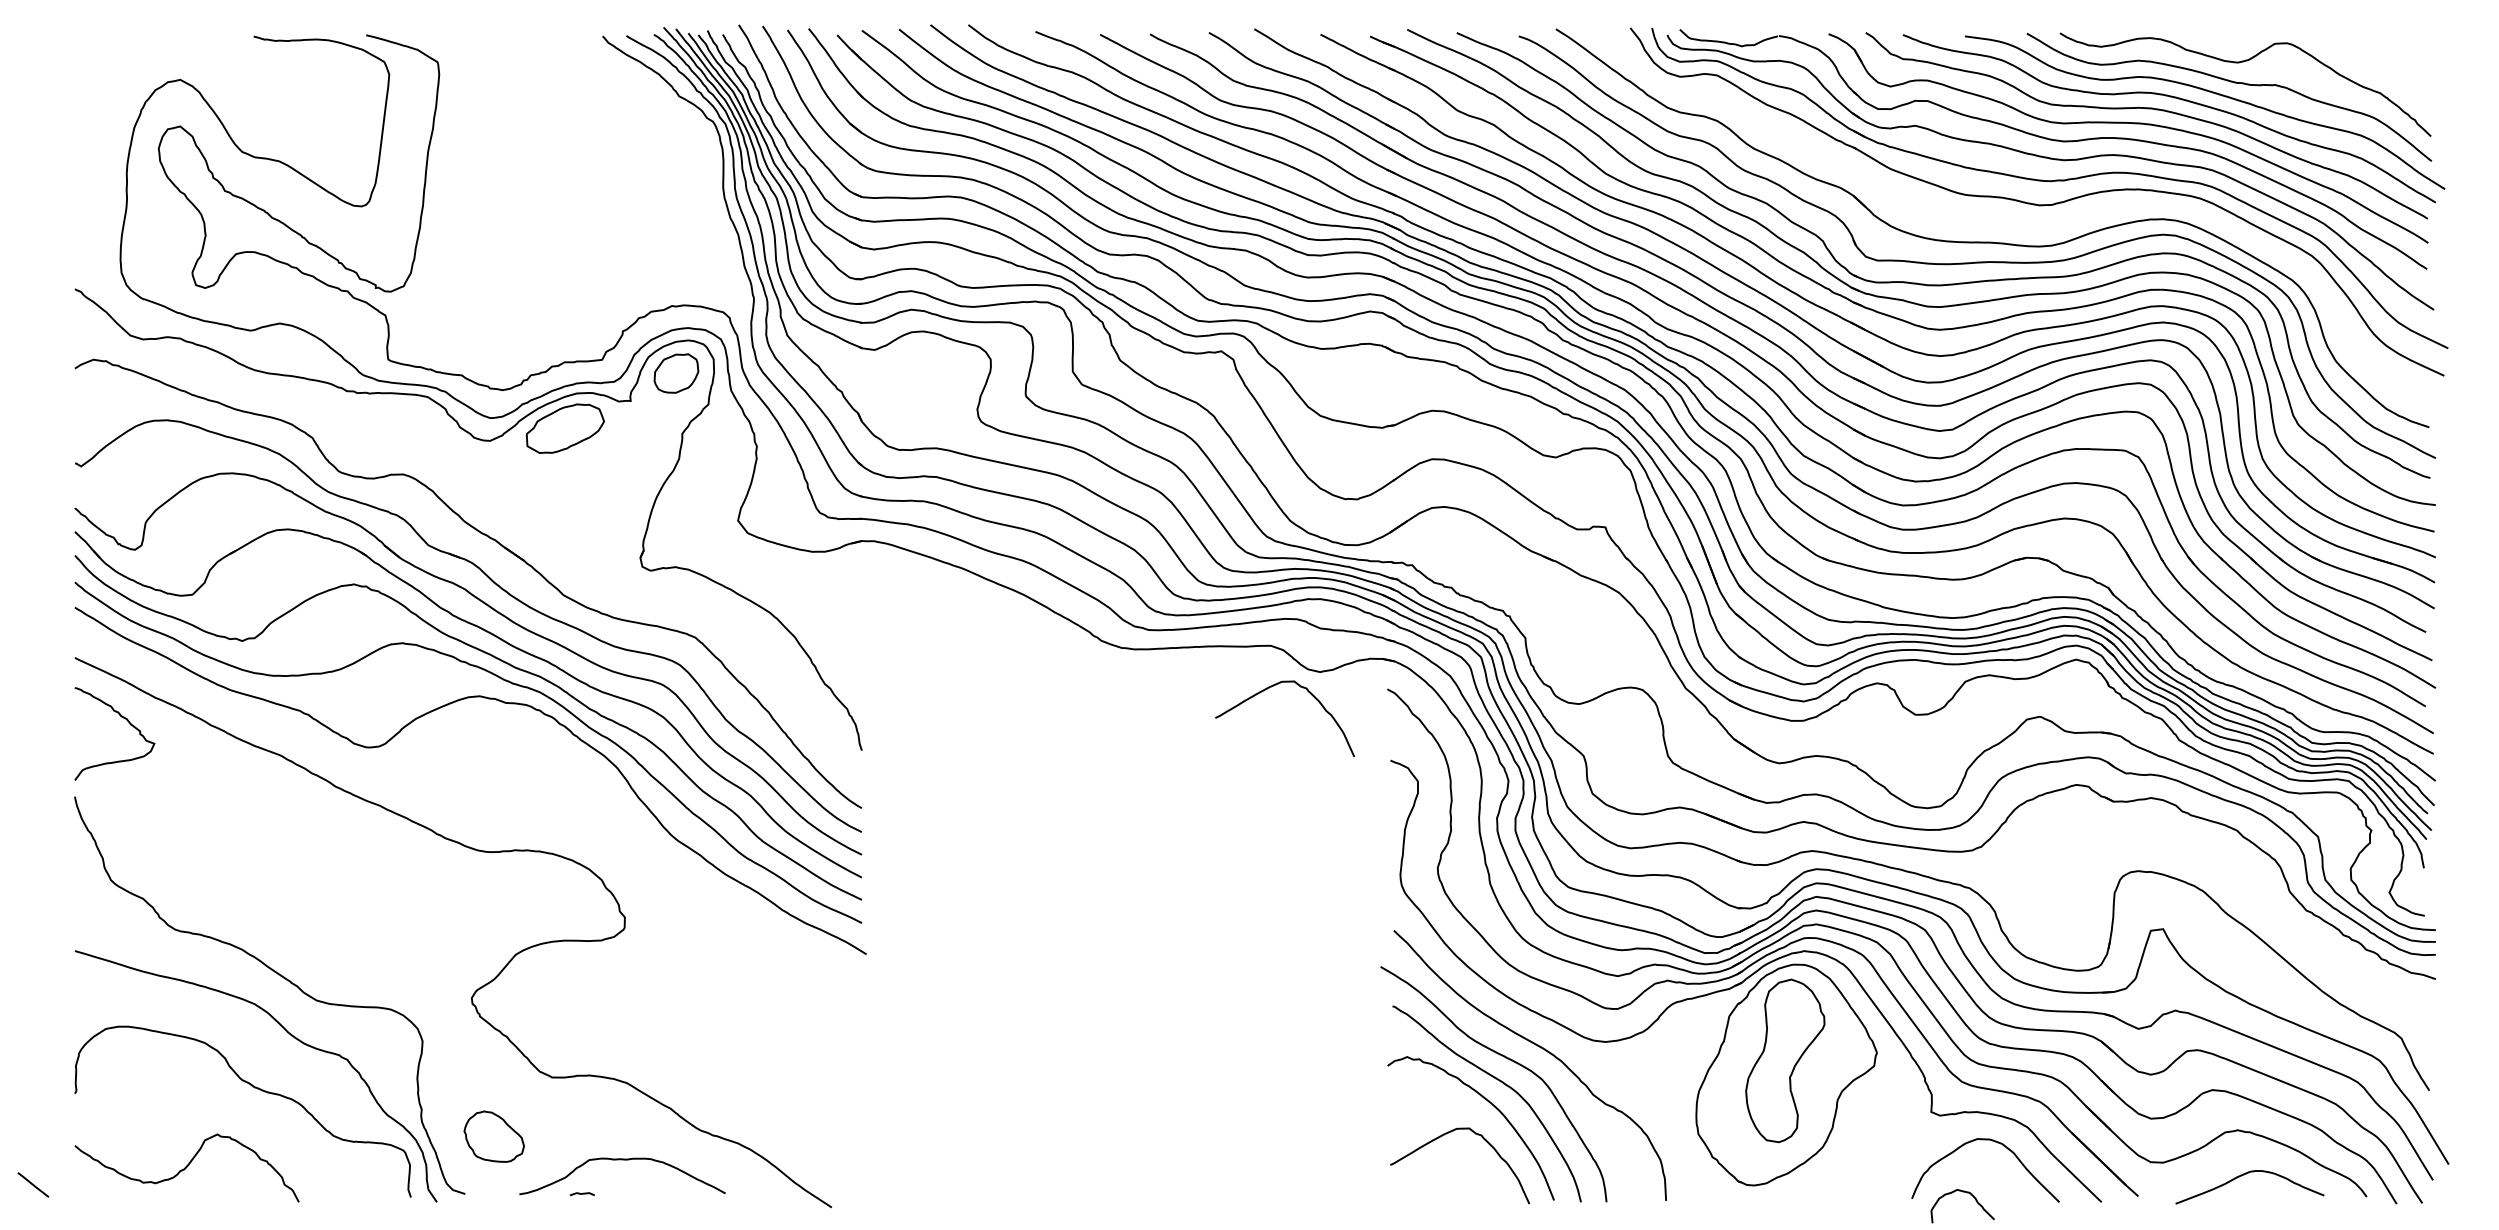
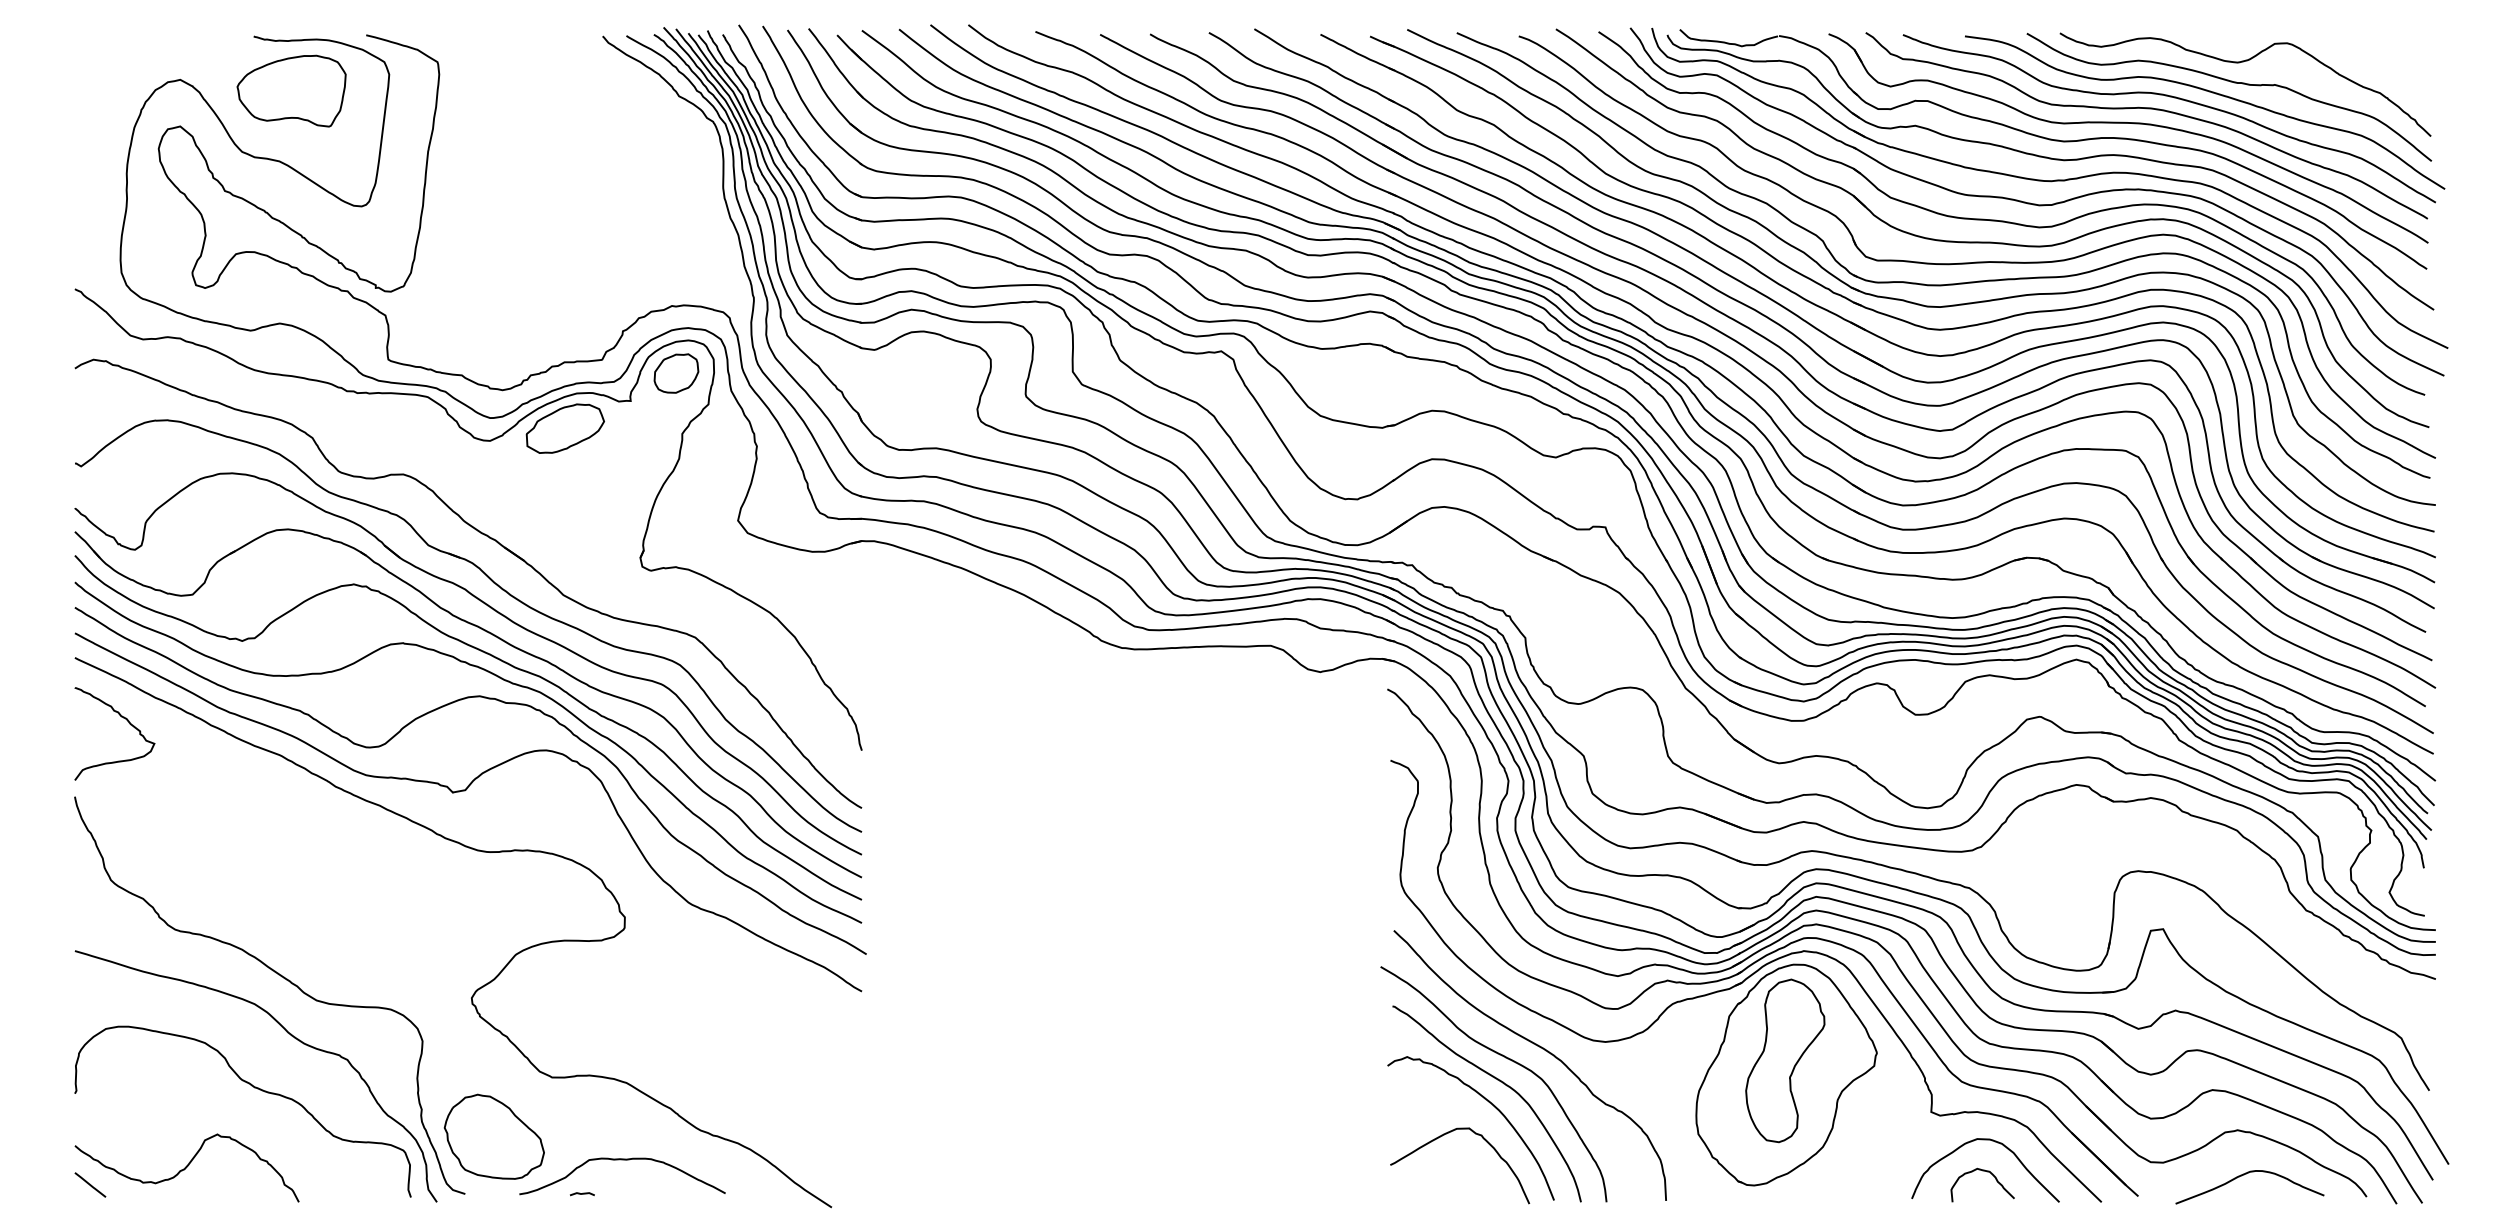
part at (291, 90): none -> present
part at (2010, 221): none -> present
curve at (1269, 688): present -> none
curve at (465, 791): none -> present
part at (493, 1136) size: 62x53 px -> 102x87 px
line at (33, 1184) position: (33, 1184) -> (90, 1184)
curve at (1962, 1192) position: (1962, 1192) -> (1982, 1171)
